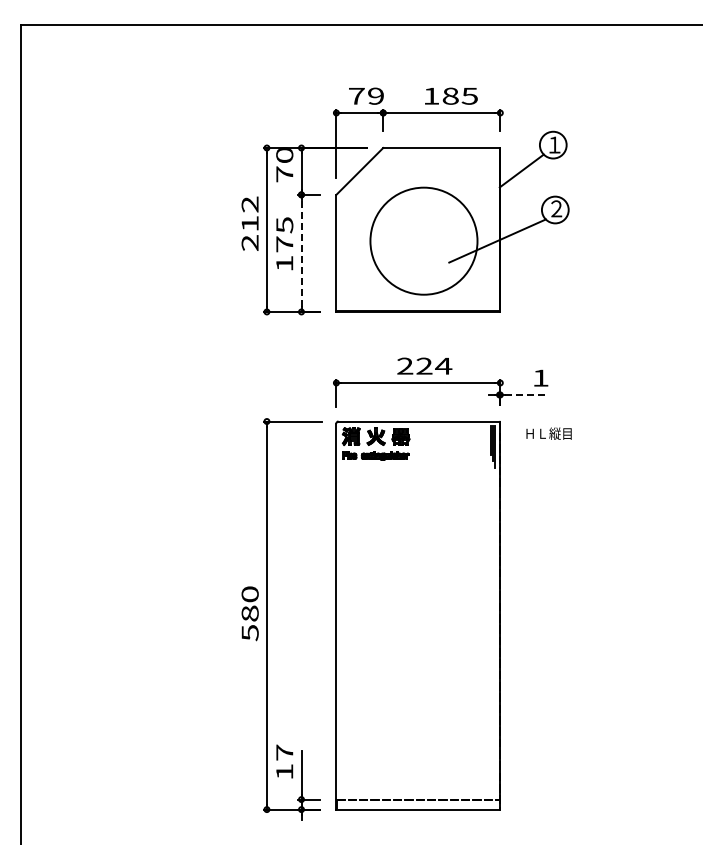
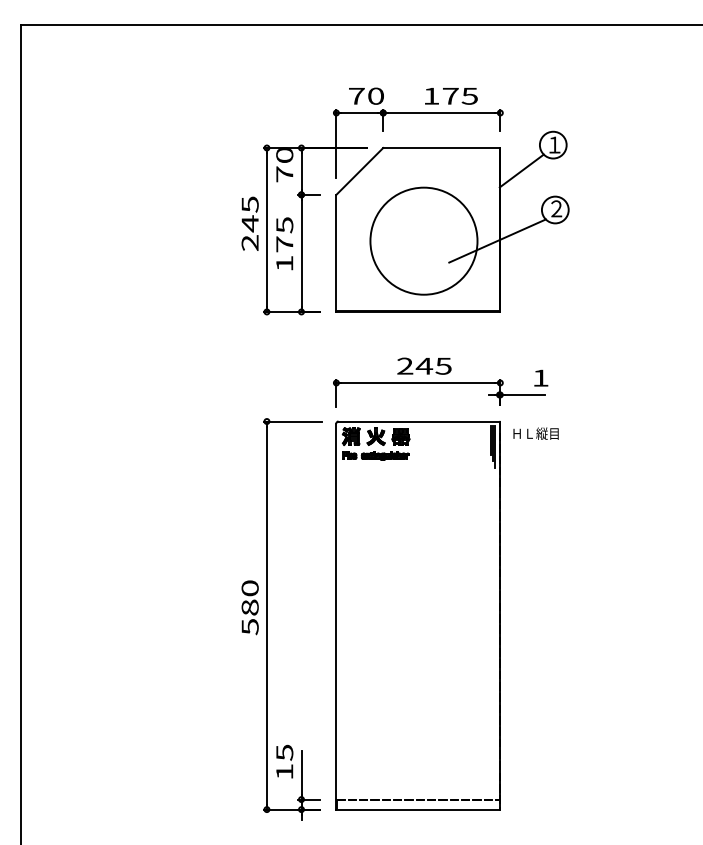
text at (375, 95): 79 -> 70
text at (450, 95): 185 -> 175
text at (249, 214): 212 -> 245
line at (301, 253): dashed -> solid
text at (433, 365): 224 -> 245
line at (525, 394): dashed -> solid
text at (548, 433) position: (548, 433) -> (535, 433)
text at (249, 613) position: (249, 613) -> (249, 607)
text at (284, 752): 17 -> 15
